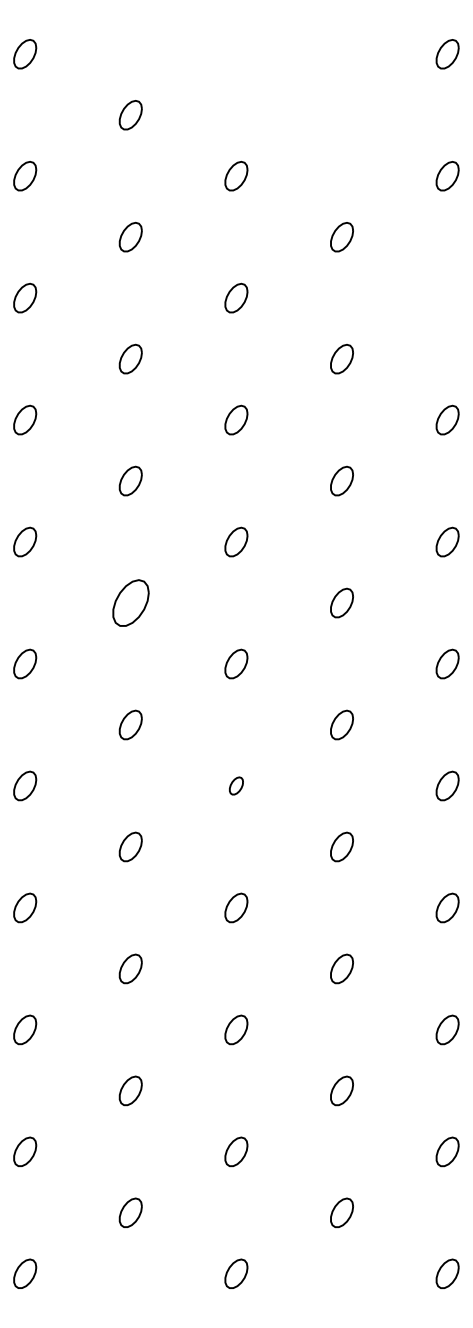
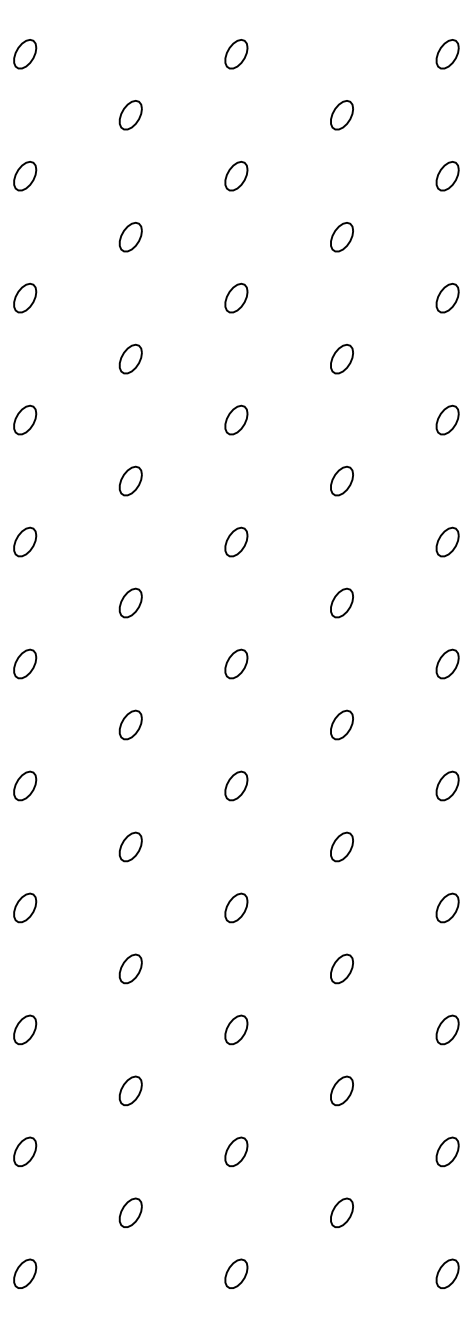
part at (236, 54): none -> present
part at (341, 115): none -> present
part at (447, 297): none -> present
part at (130, 602) size: 38x48 px -> 25x32 px
part at (236, 785) size: 15x20 px -> 25x32 px
